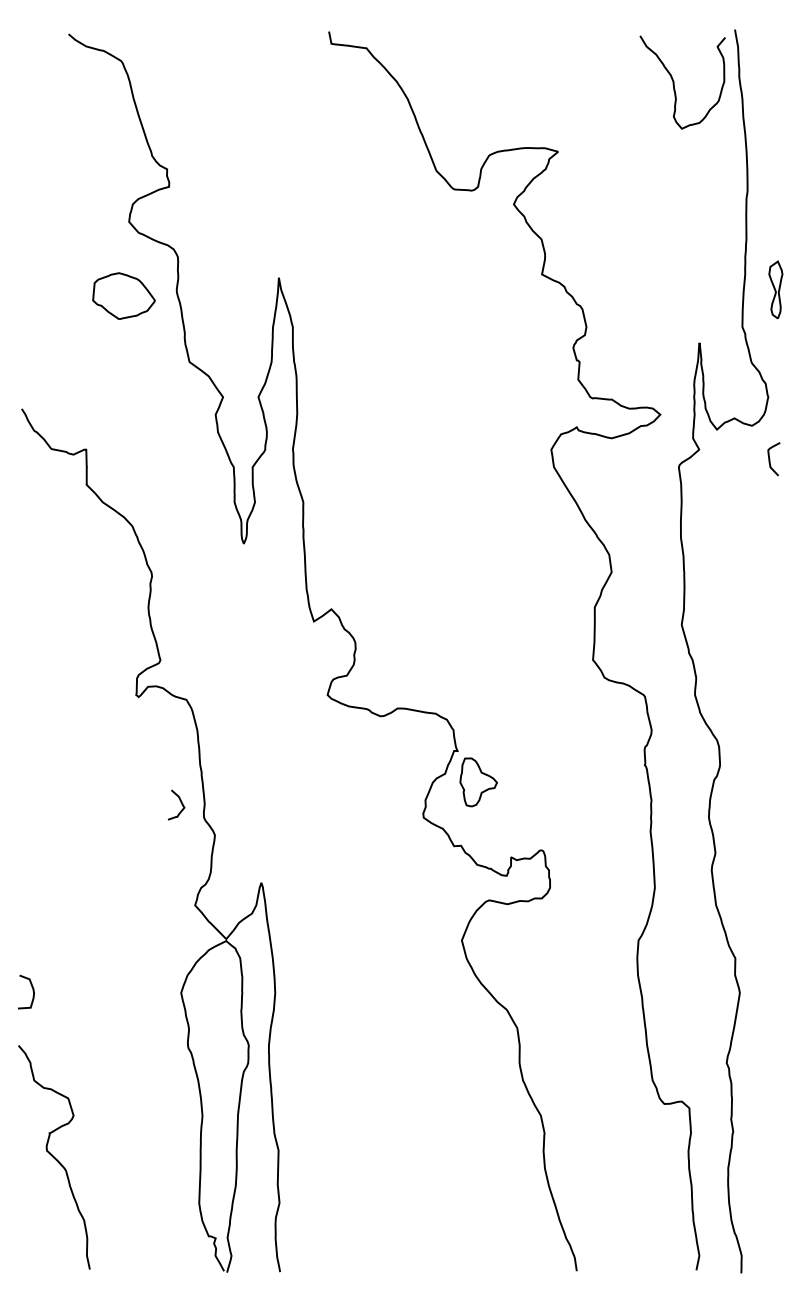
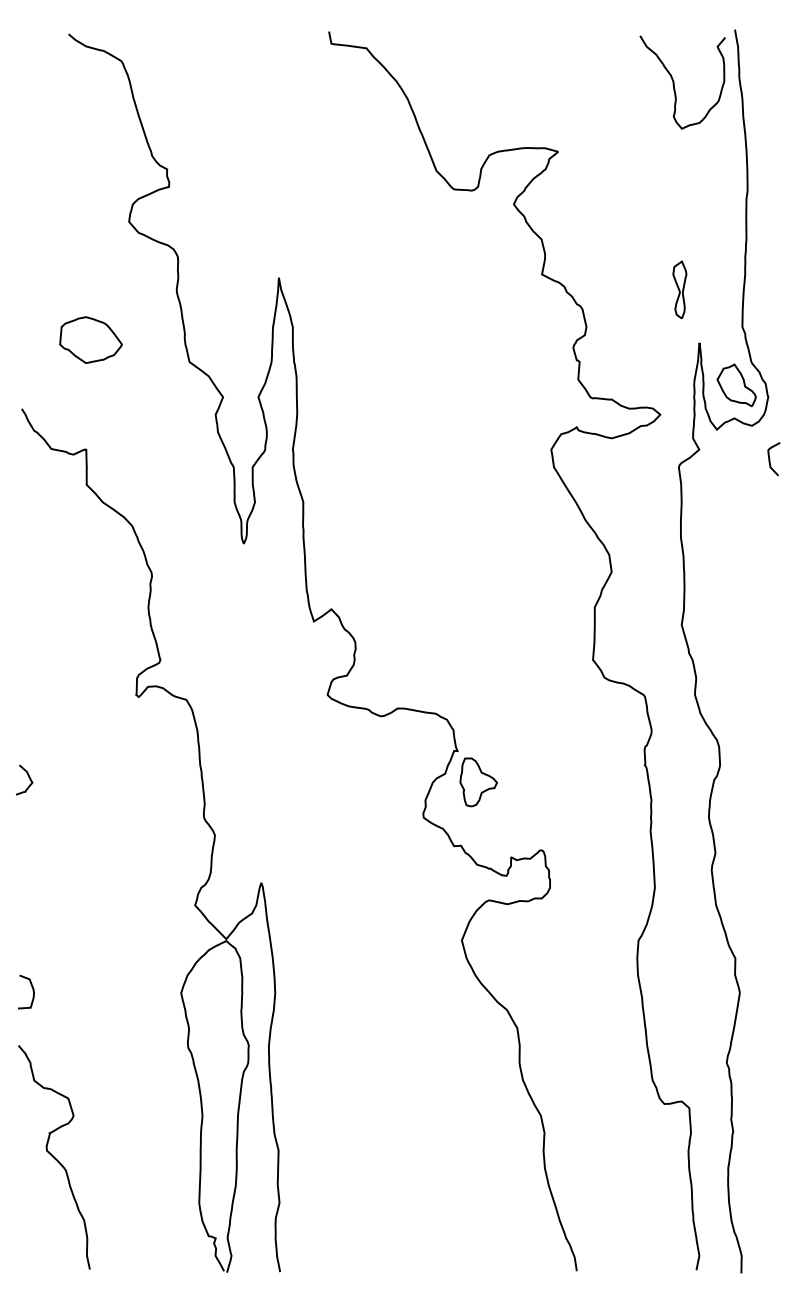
part at (775, 289) position: (775, 289) -> (679, 289)
part at (123, 295) position: (123, 295) -> (90, 339)
part at (736, 385): none -> present
curve at (180, 802) position: (180, 802) -> (28, 777)
